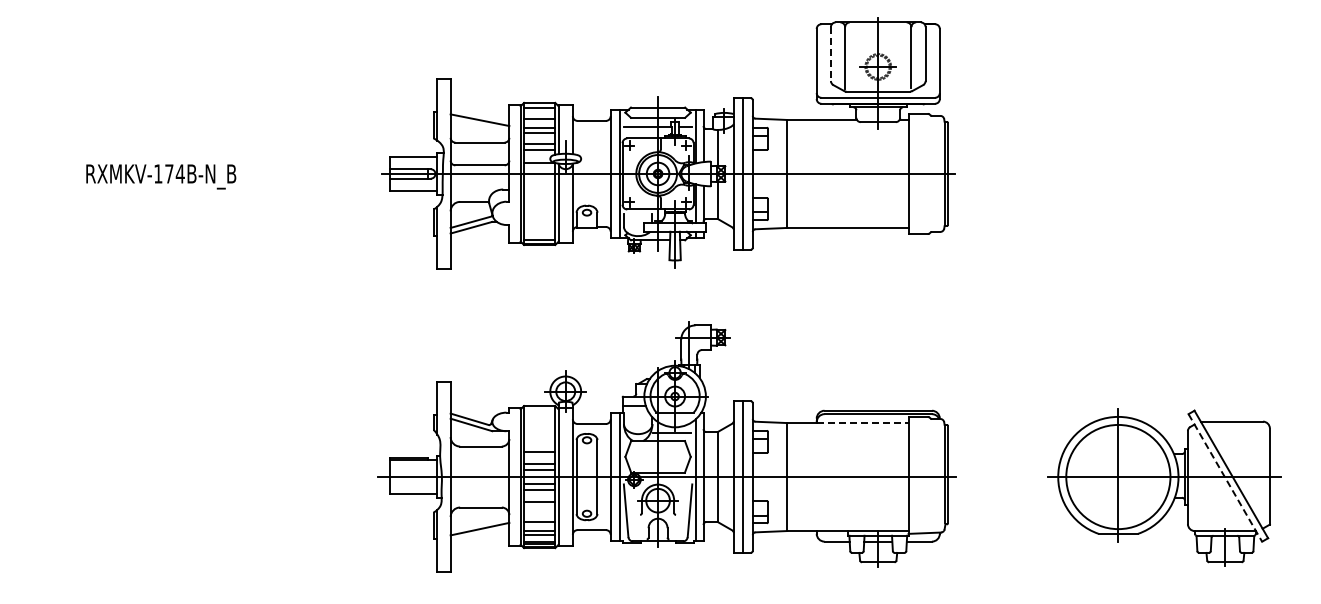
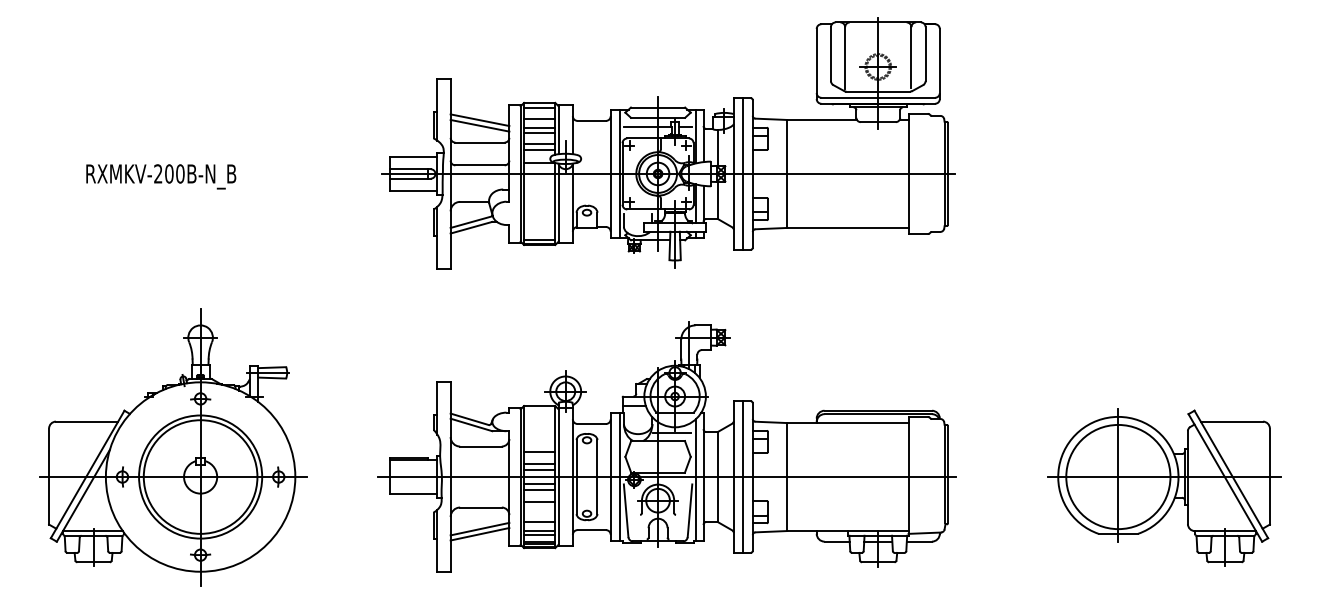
line at (830, 54): dashed -> solid
line at (479, 125): none -> present
text at (169, 173): RXMKV-174B-N_B -> RXMKV-200B-N_B
line at (862, 423): dashed -> solid
part at (173, 447): none -> present
line at (1225, 477): dashed -> solid
line at (479, 534): none -> present
